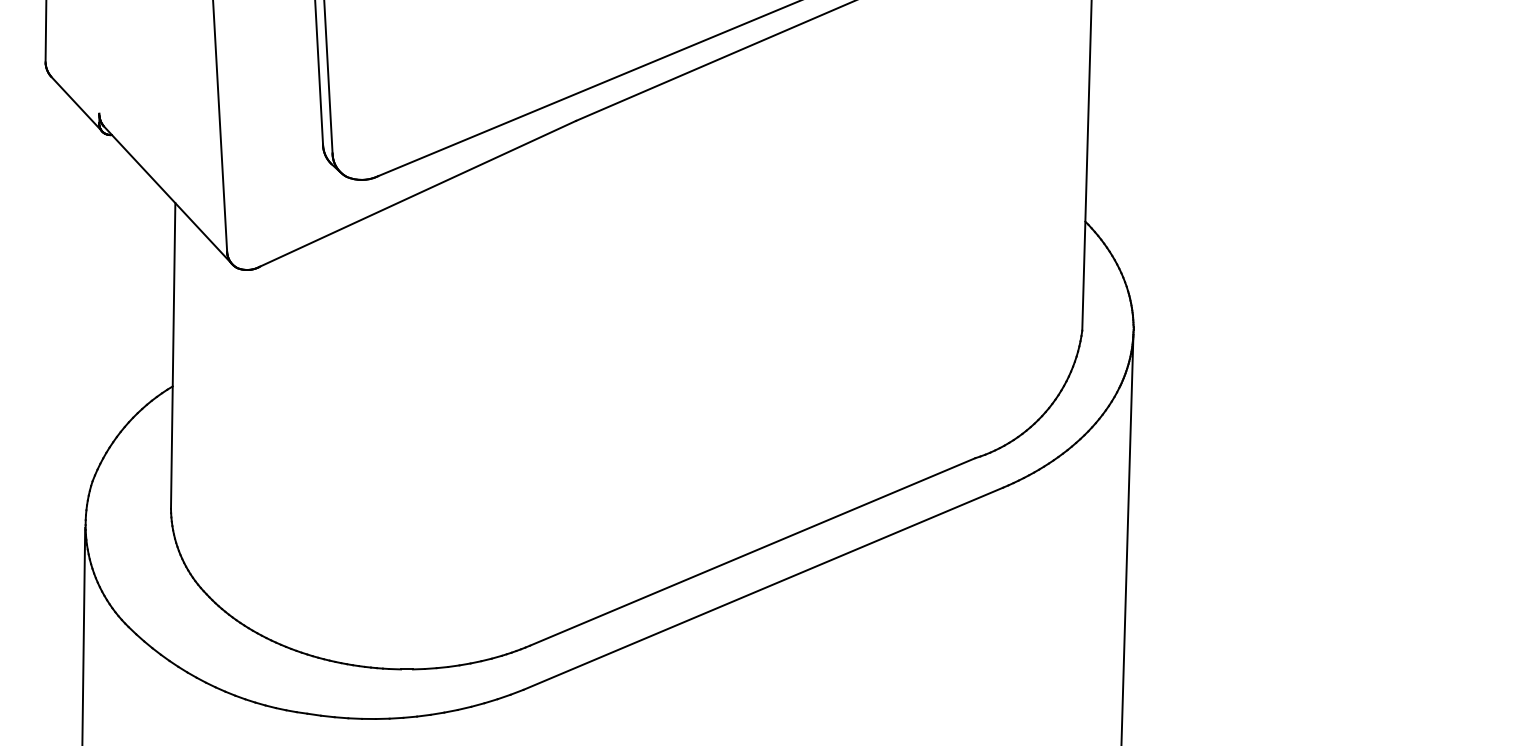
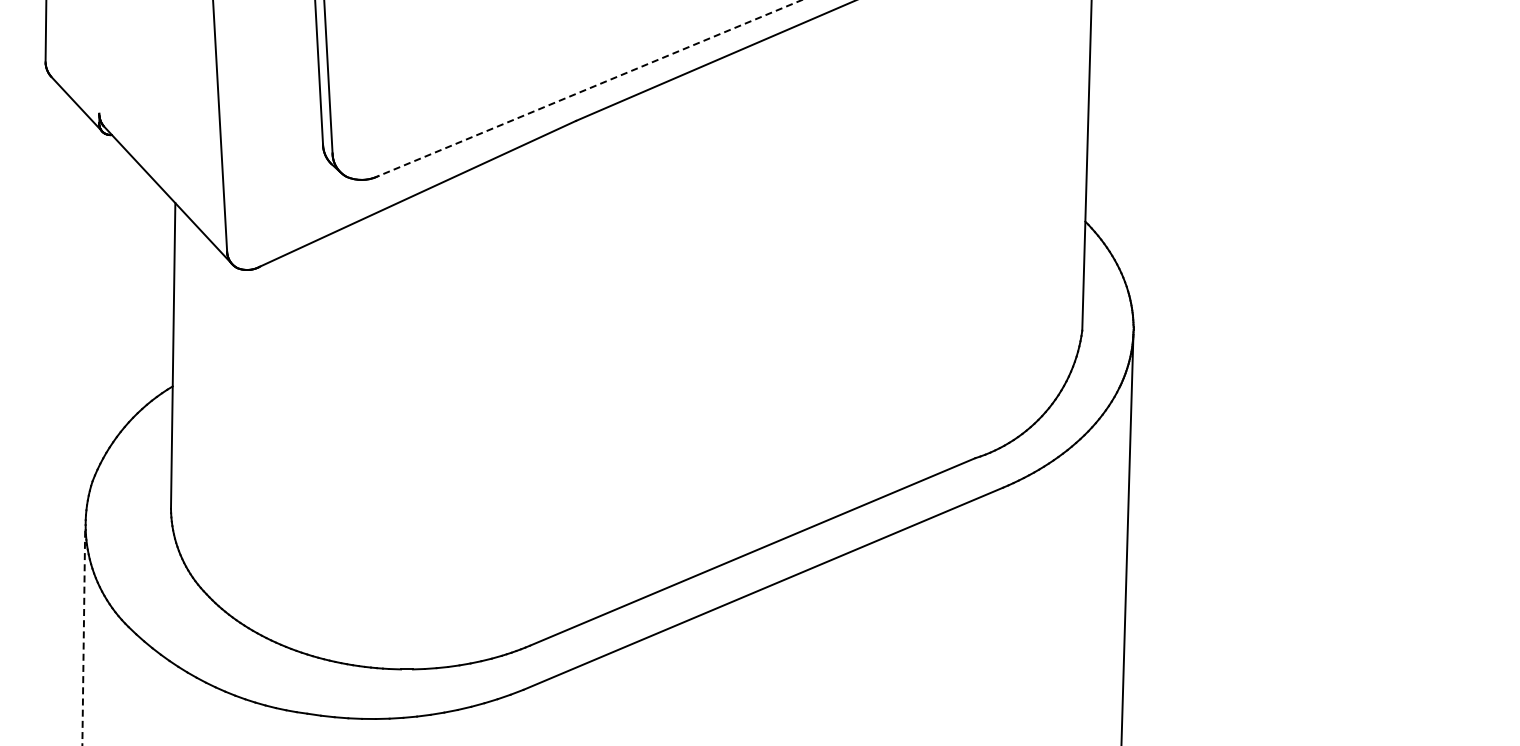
line at (589, 88): solid -> dashed
line at (83, 636): solid -> dashed
